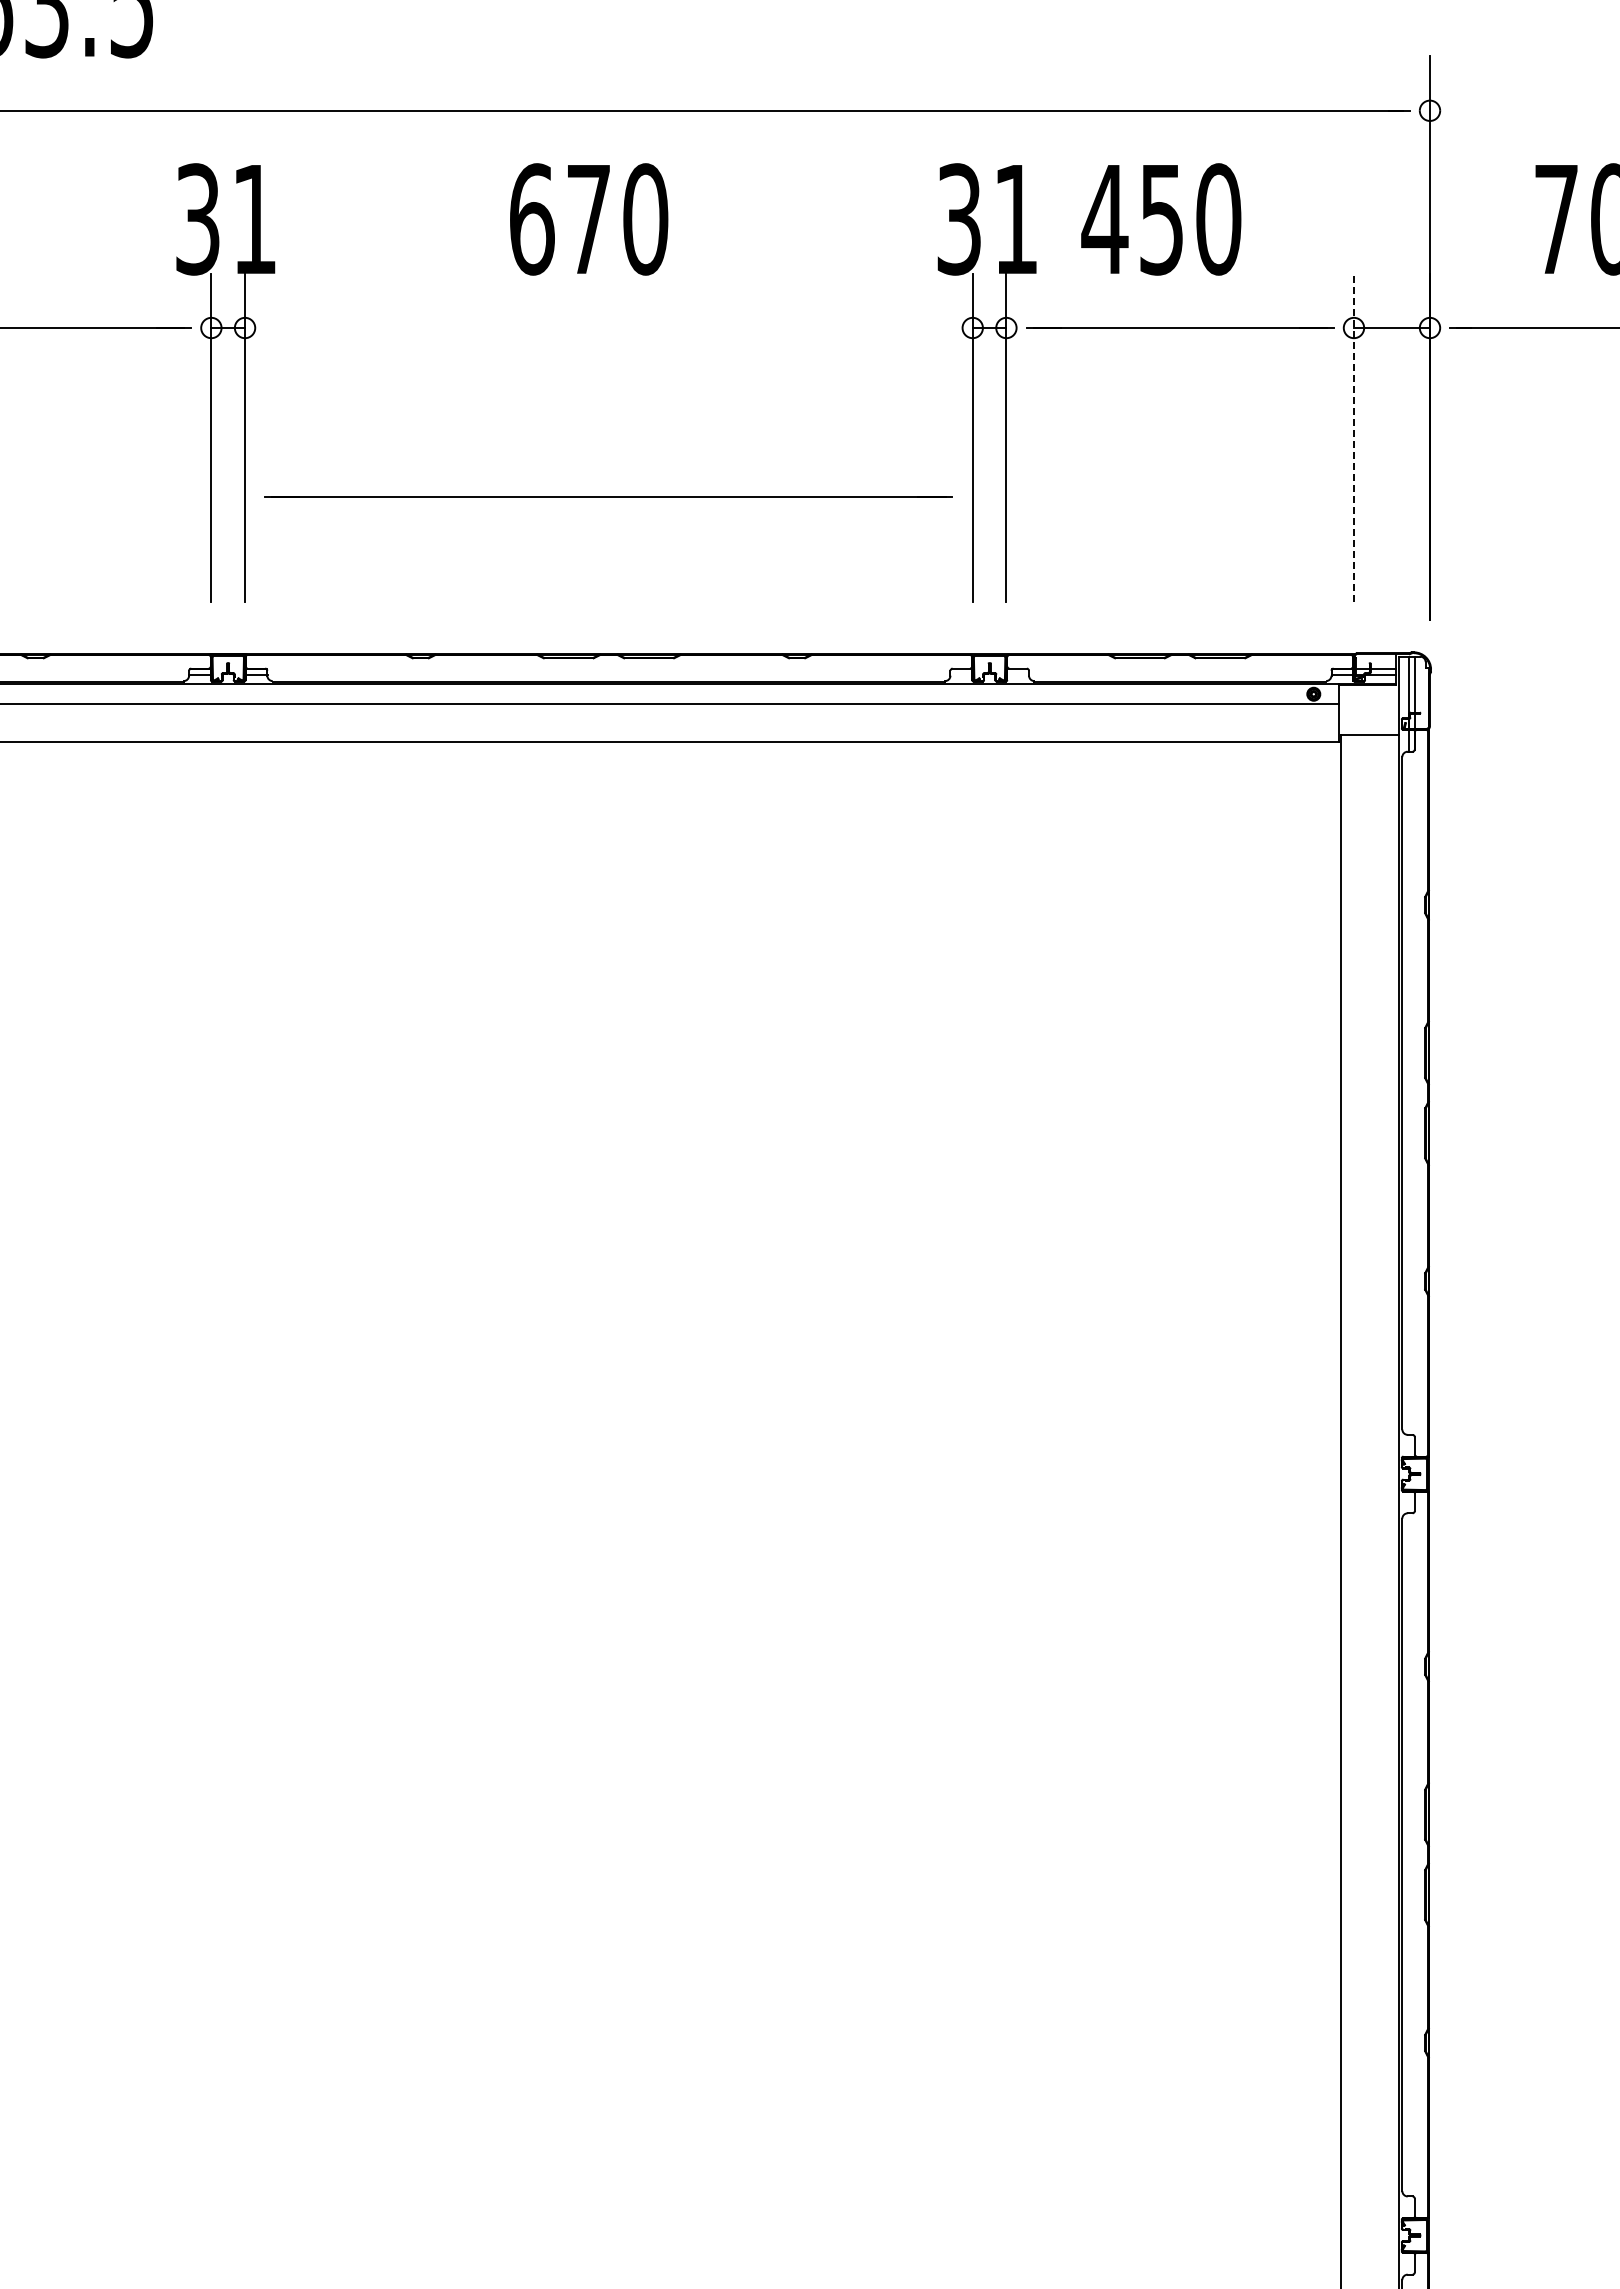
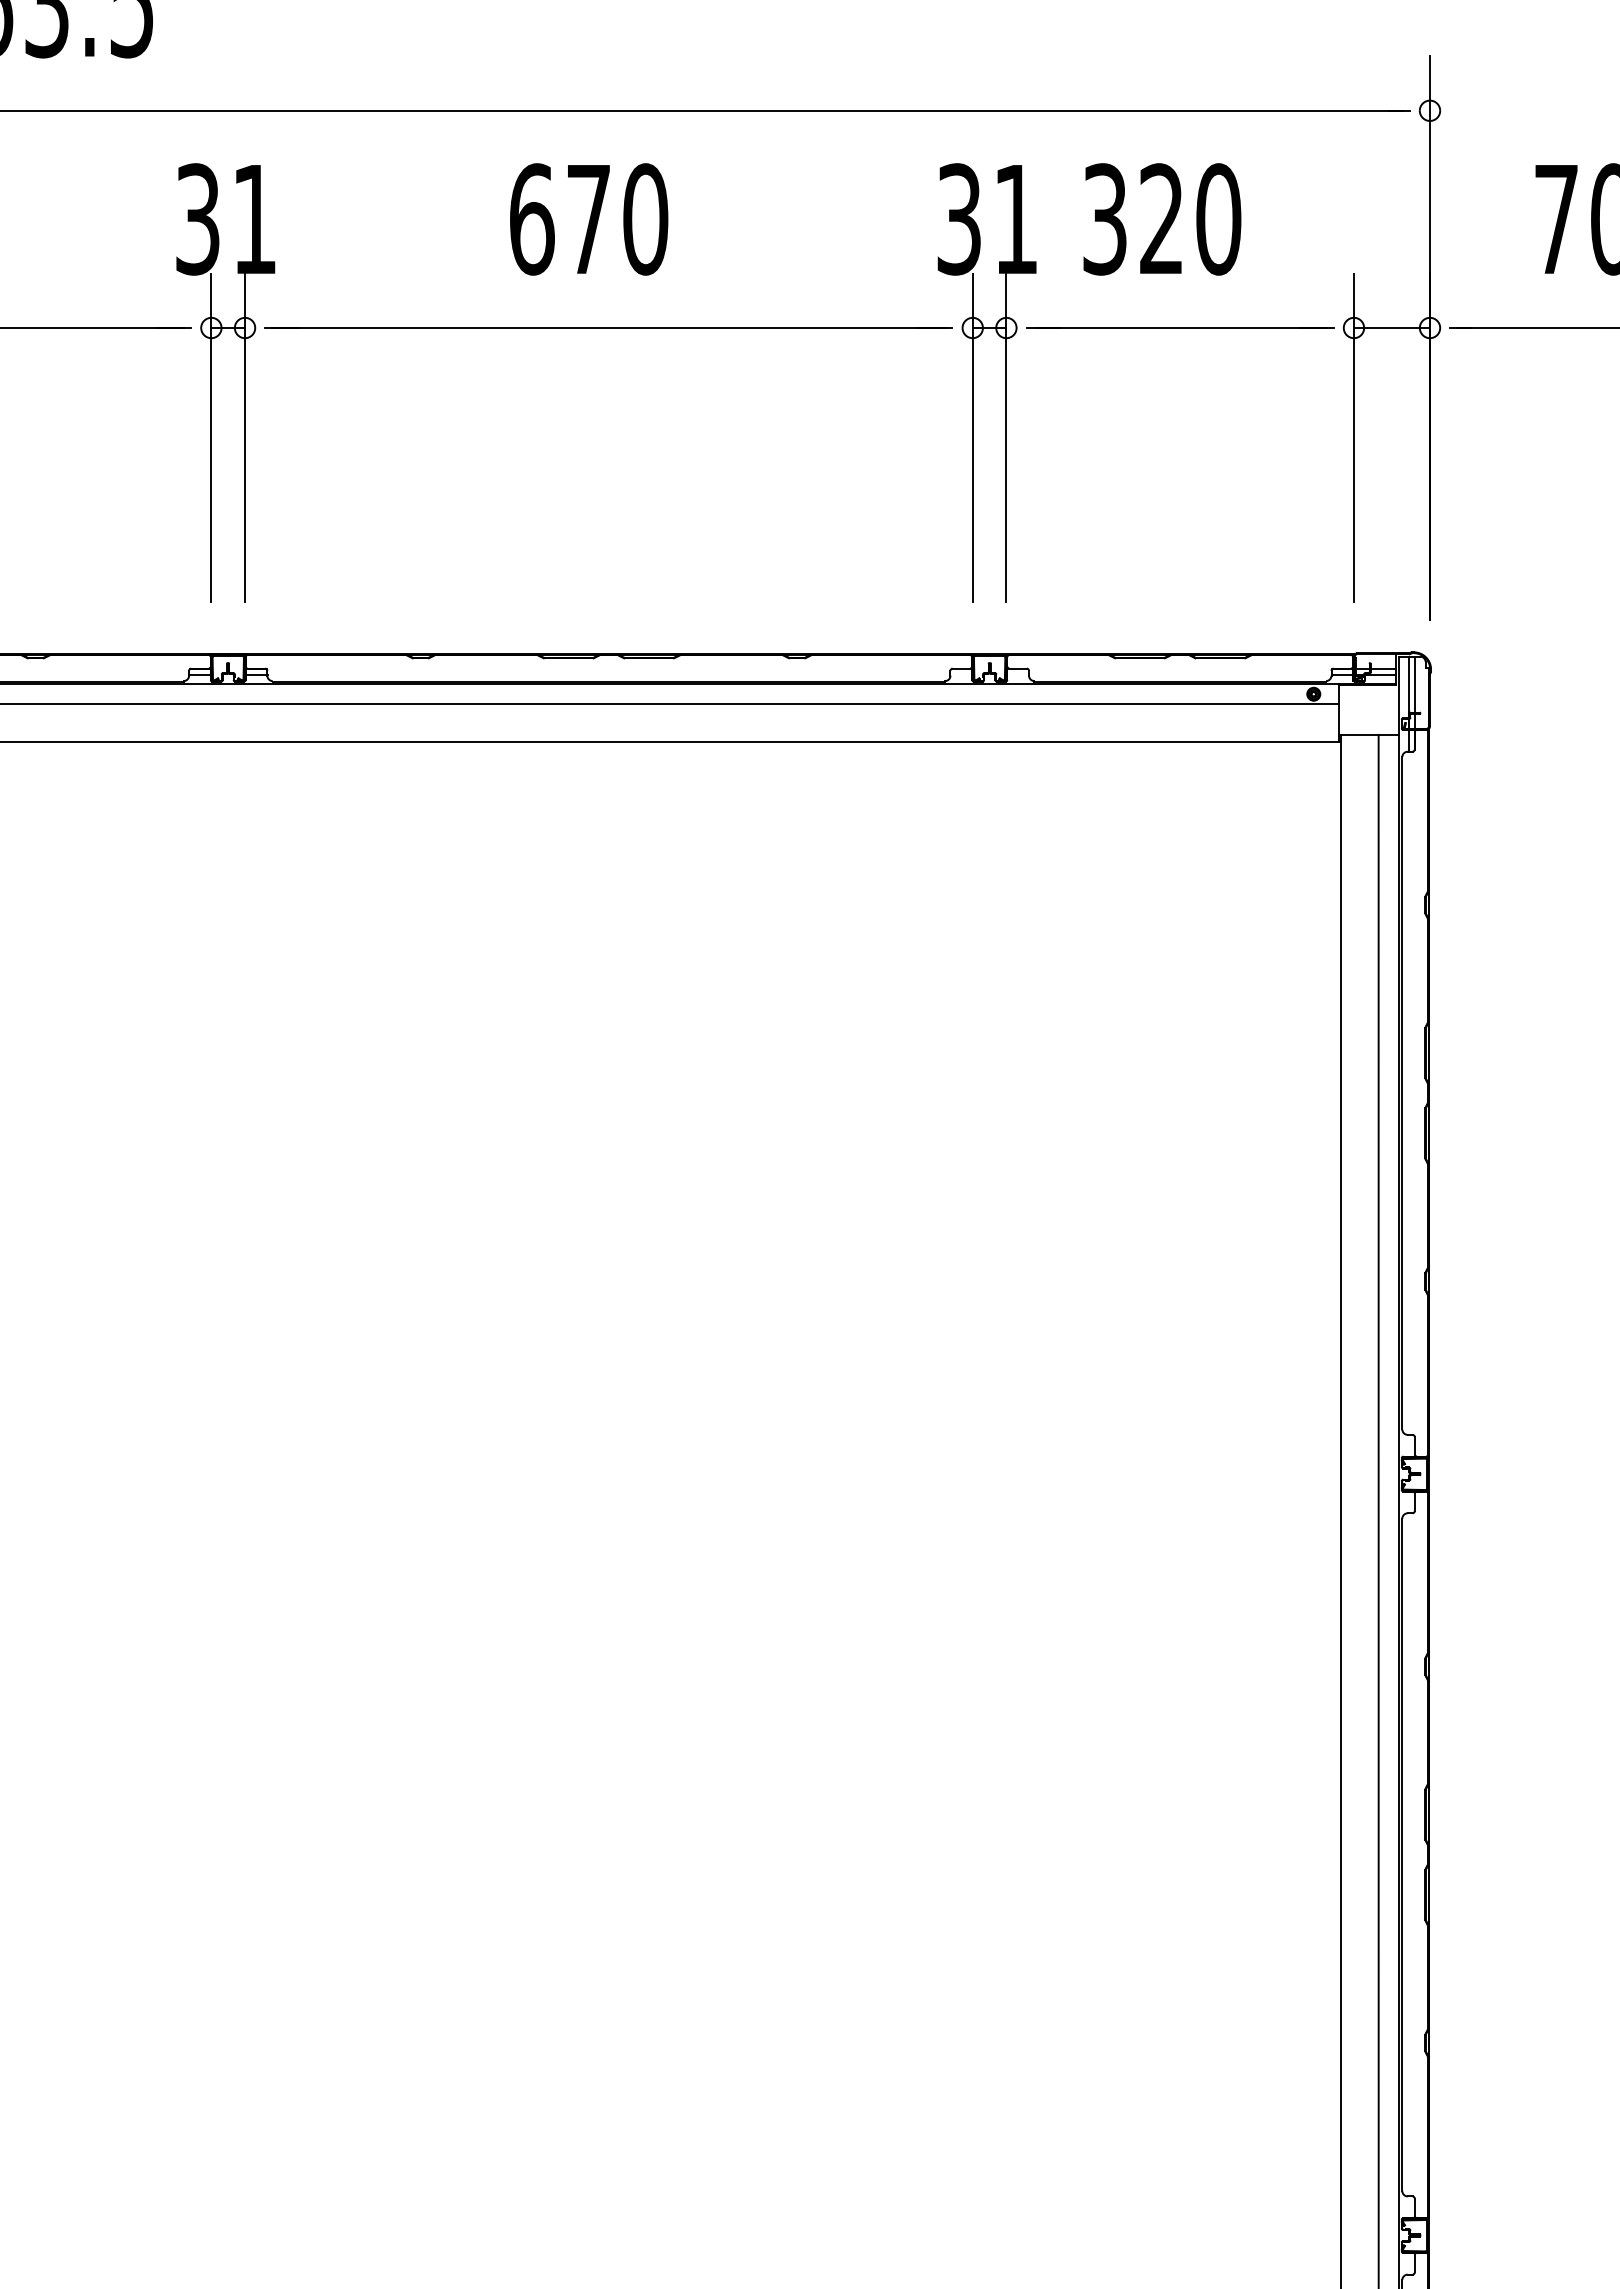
text at (1131, 219): 450 -> 320
line at (1353, 437): dashed -> solid
line at (608, 496) position: (608, 496) -> (608, 327)
line at (1378, 1509): none -> present
